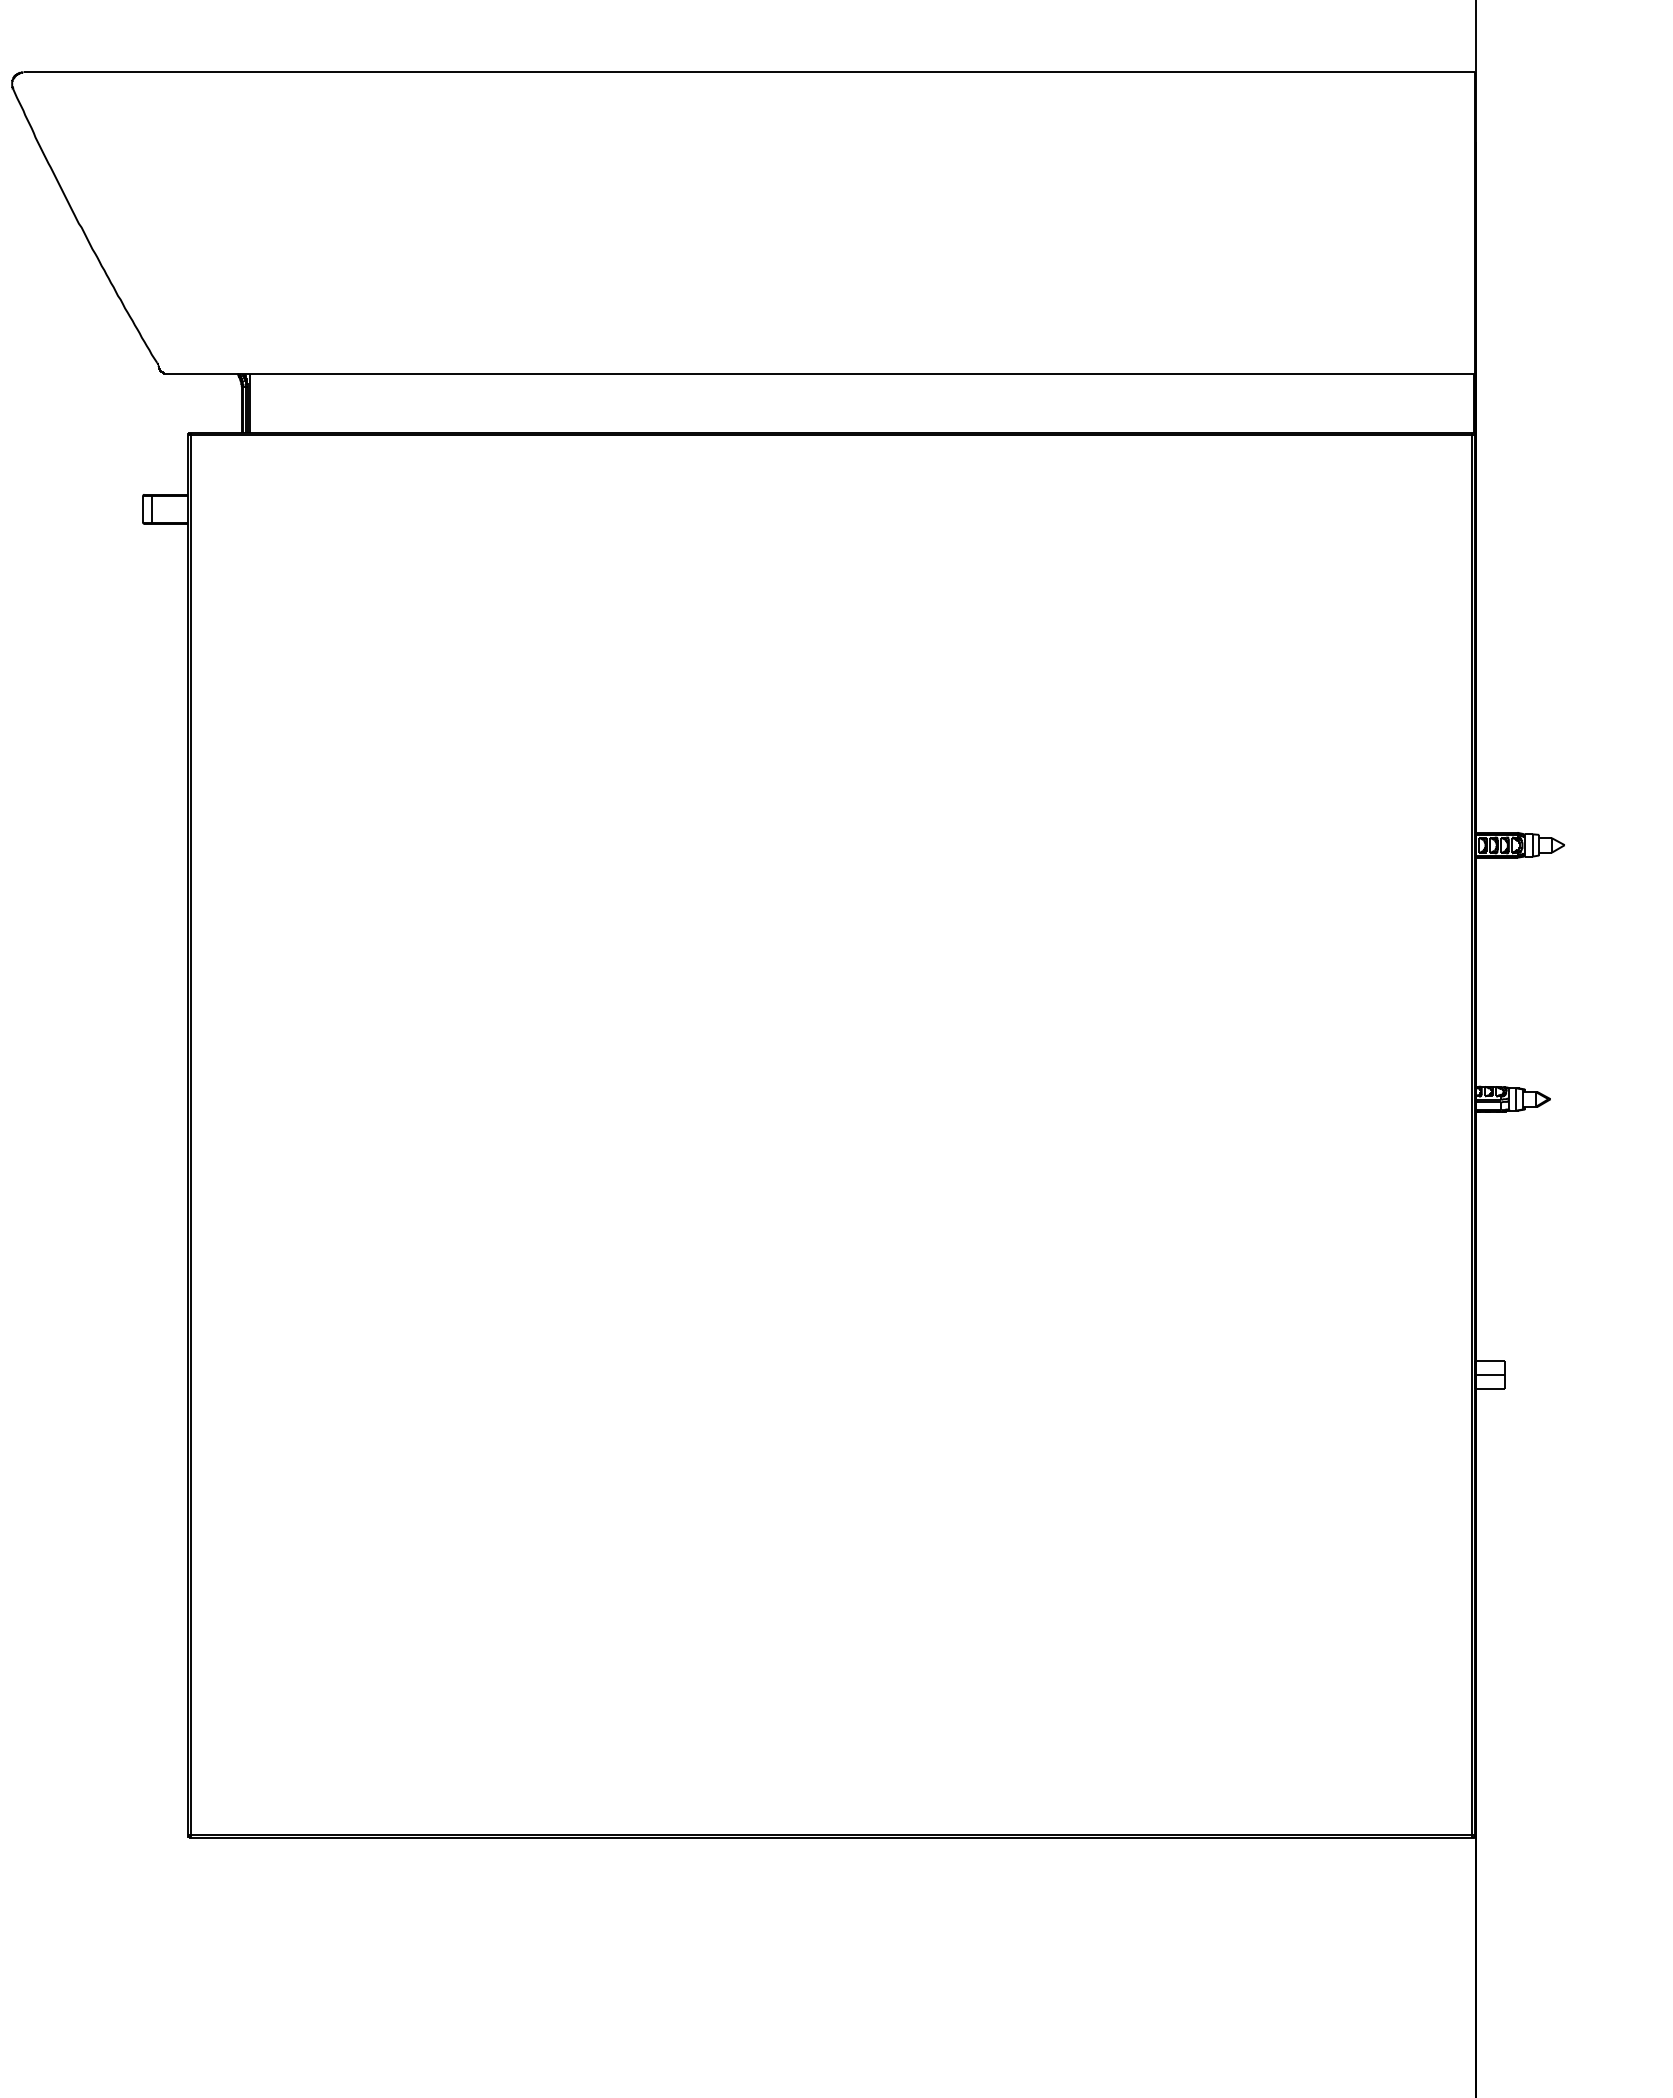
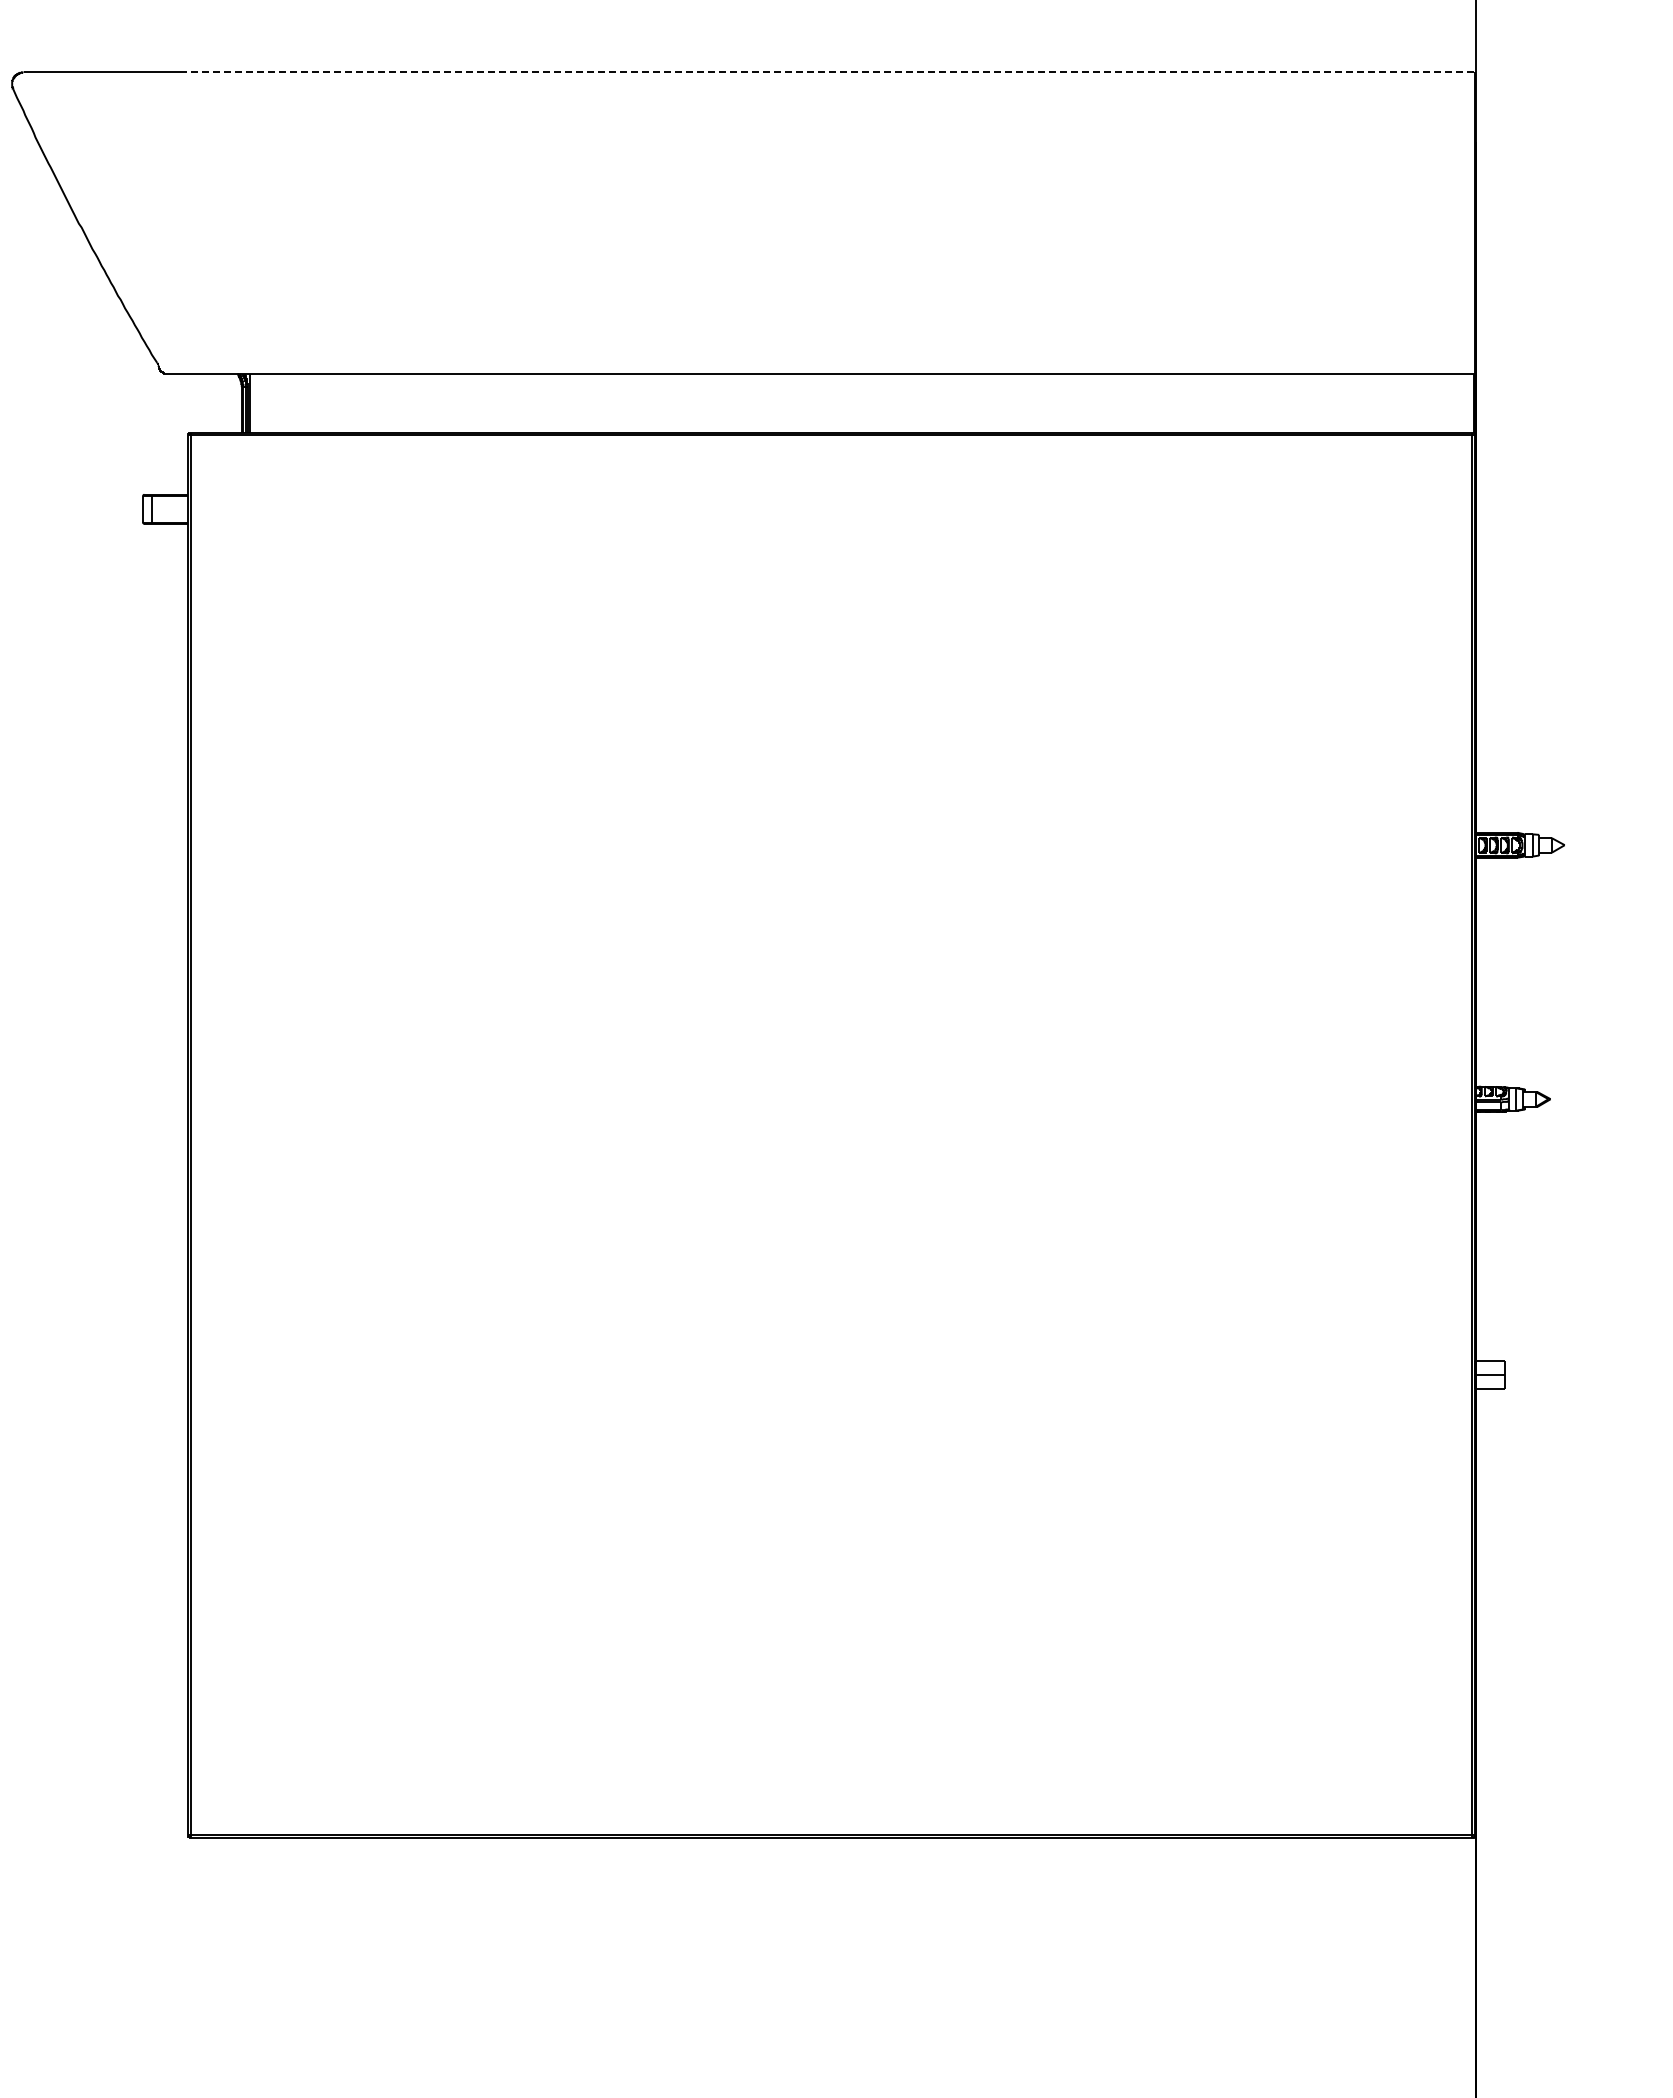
line at (827, 72): solid -> dashed
